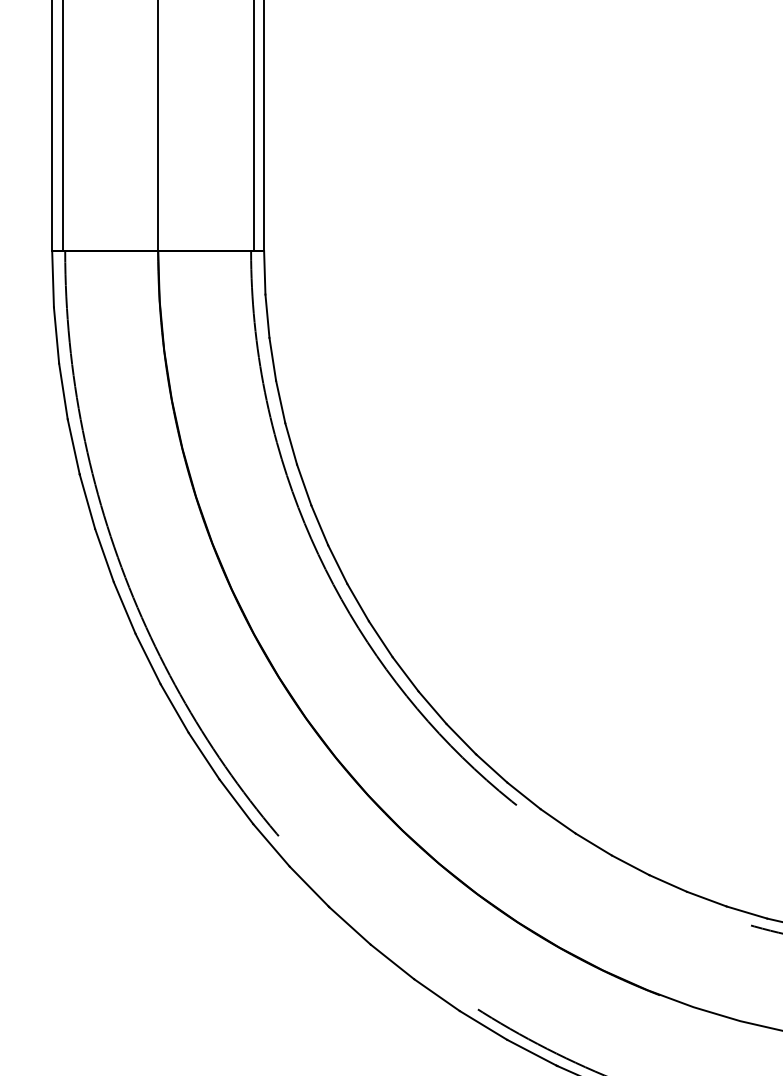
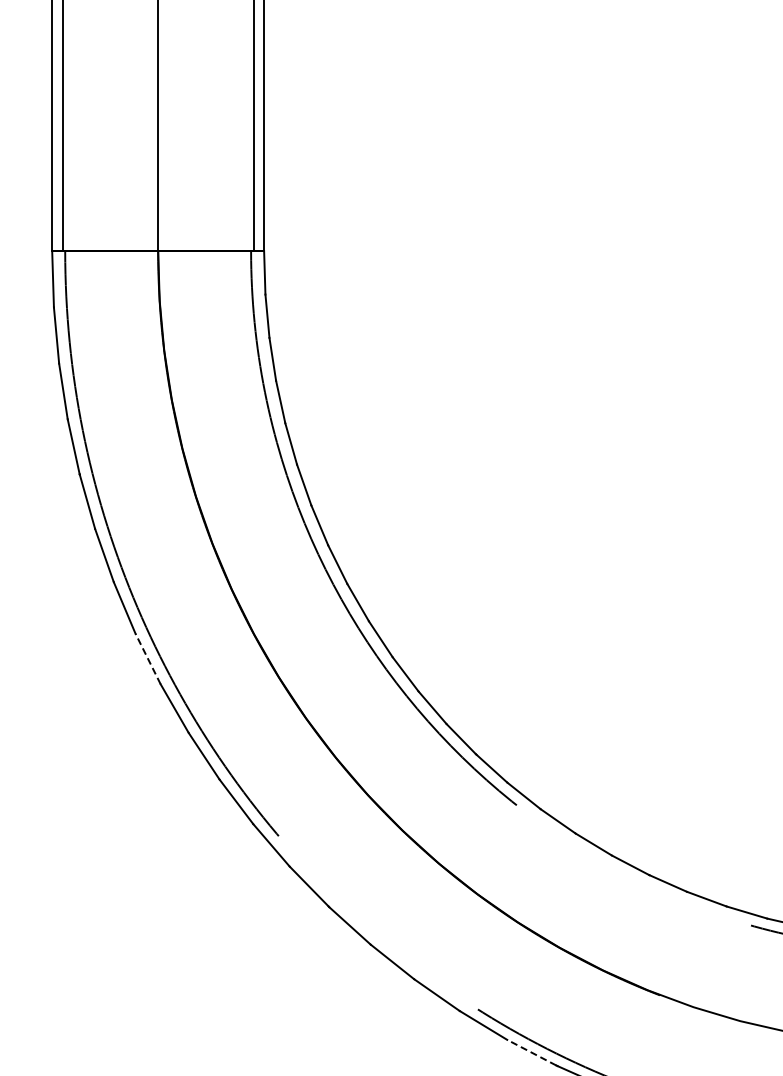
line at (147, 658): solid -> dashed
line at (531, 1052): solid -> dashed
